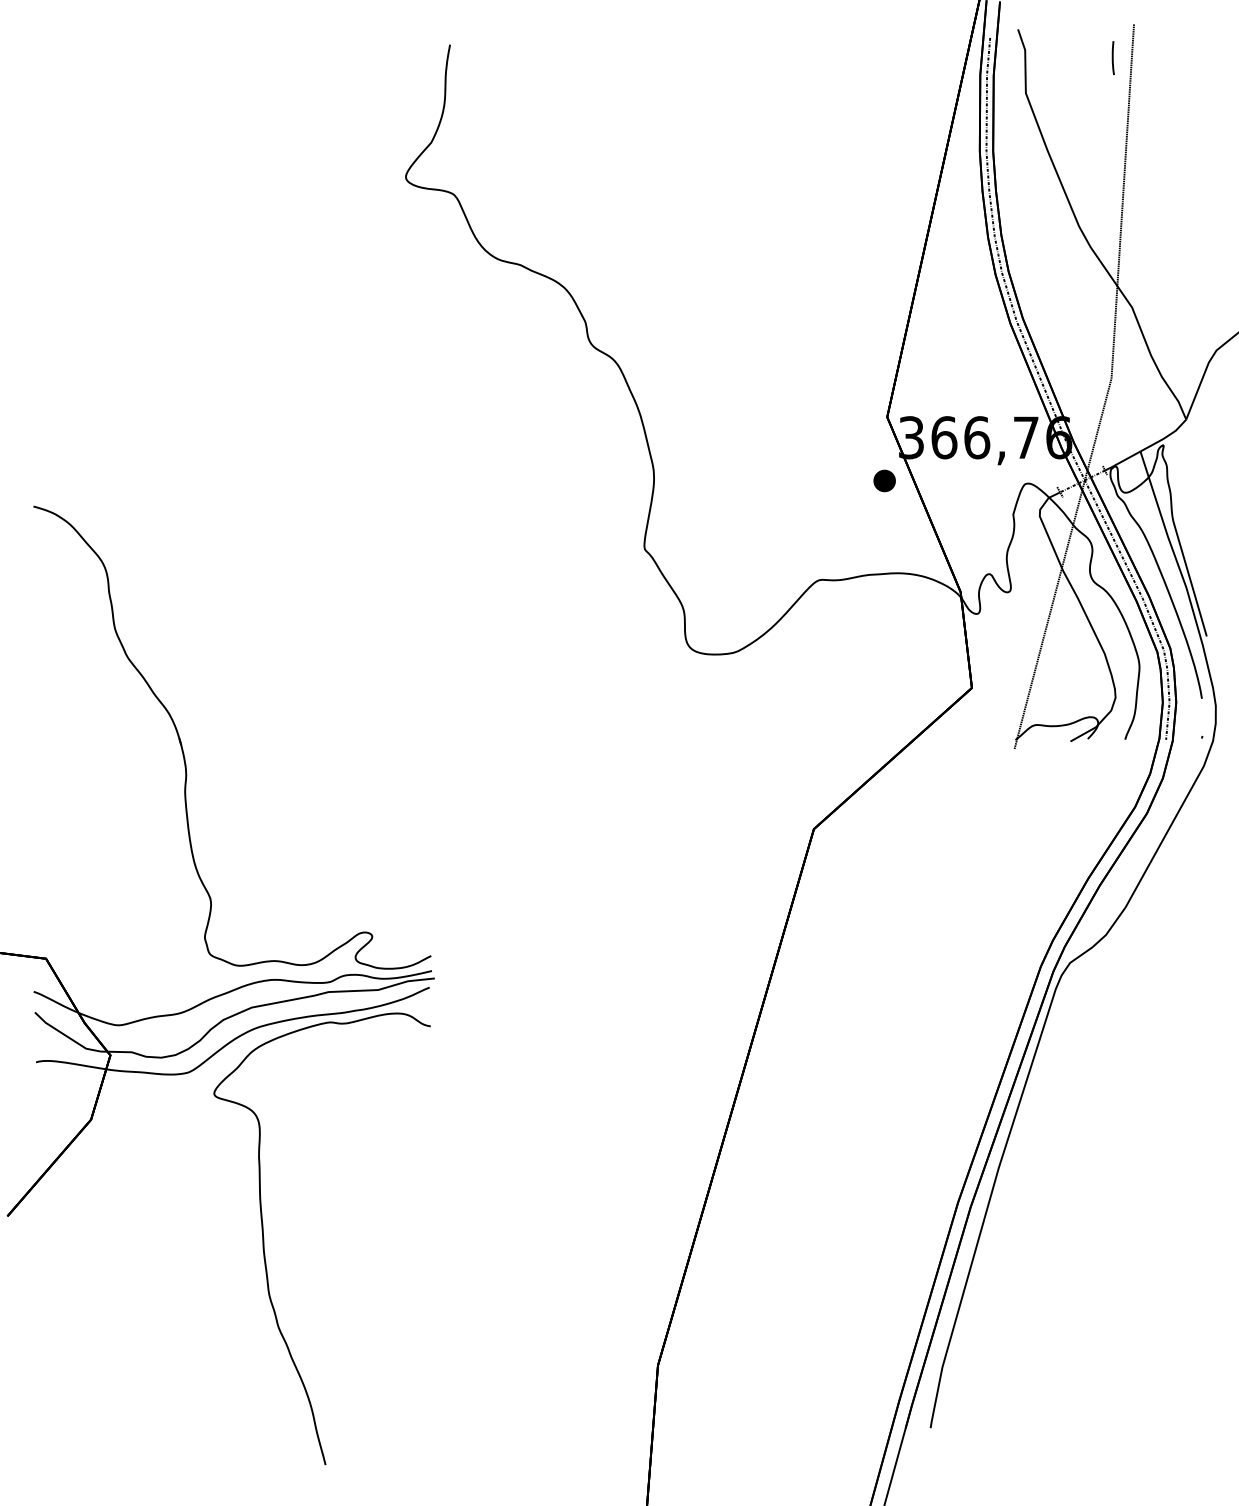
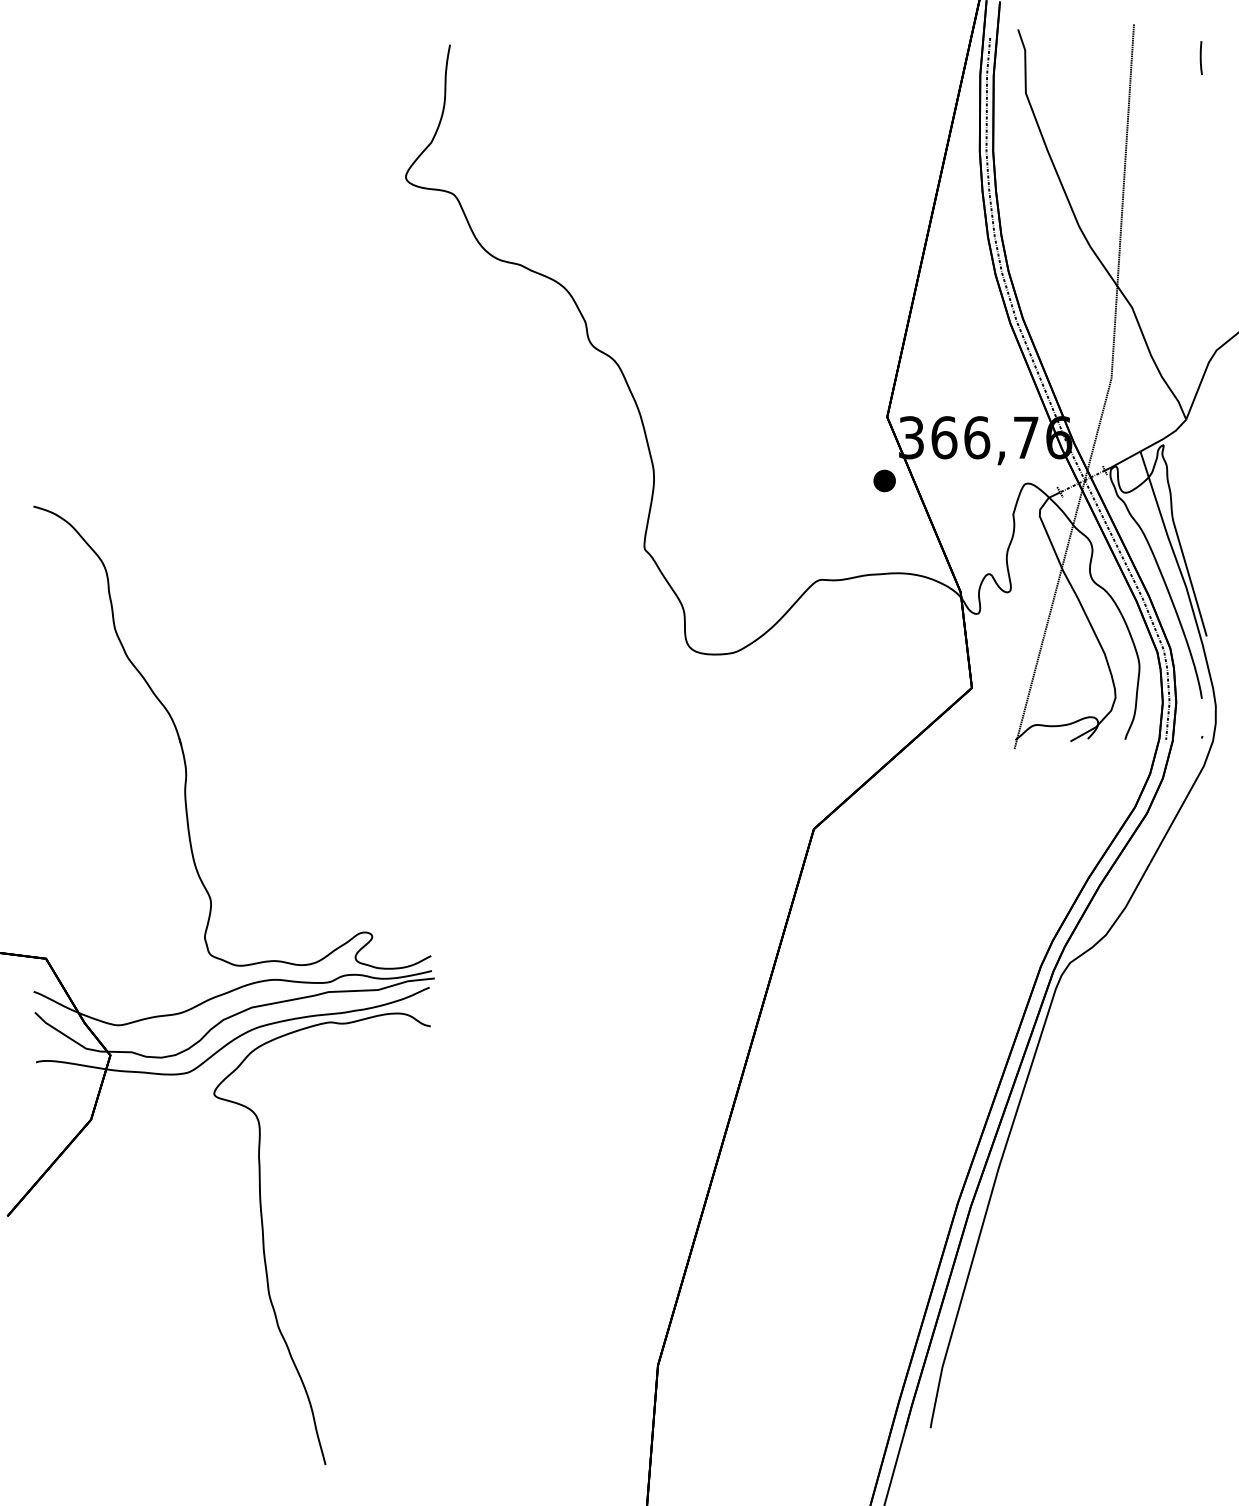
line at (1112, 58) position: (1112, 58) -> (1200, 58)
